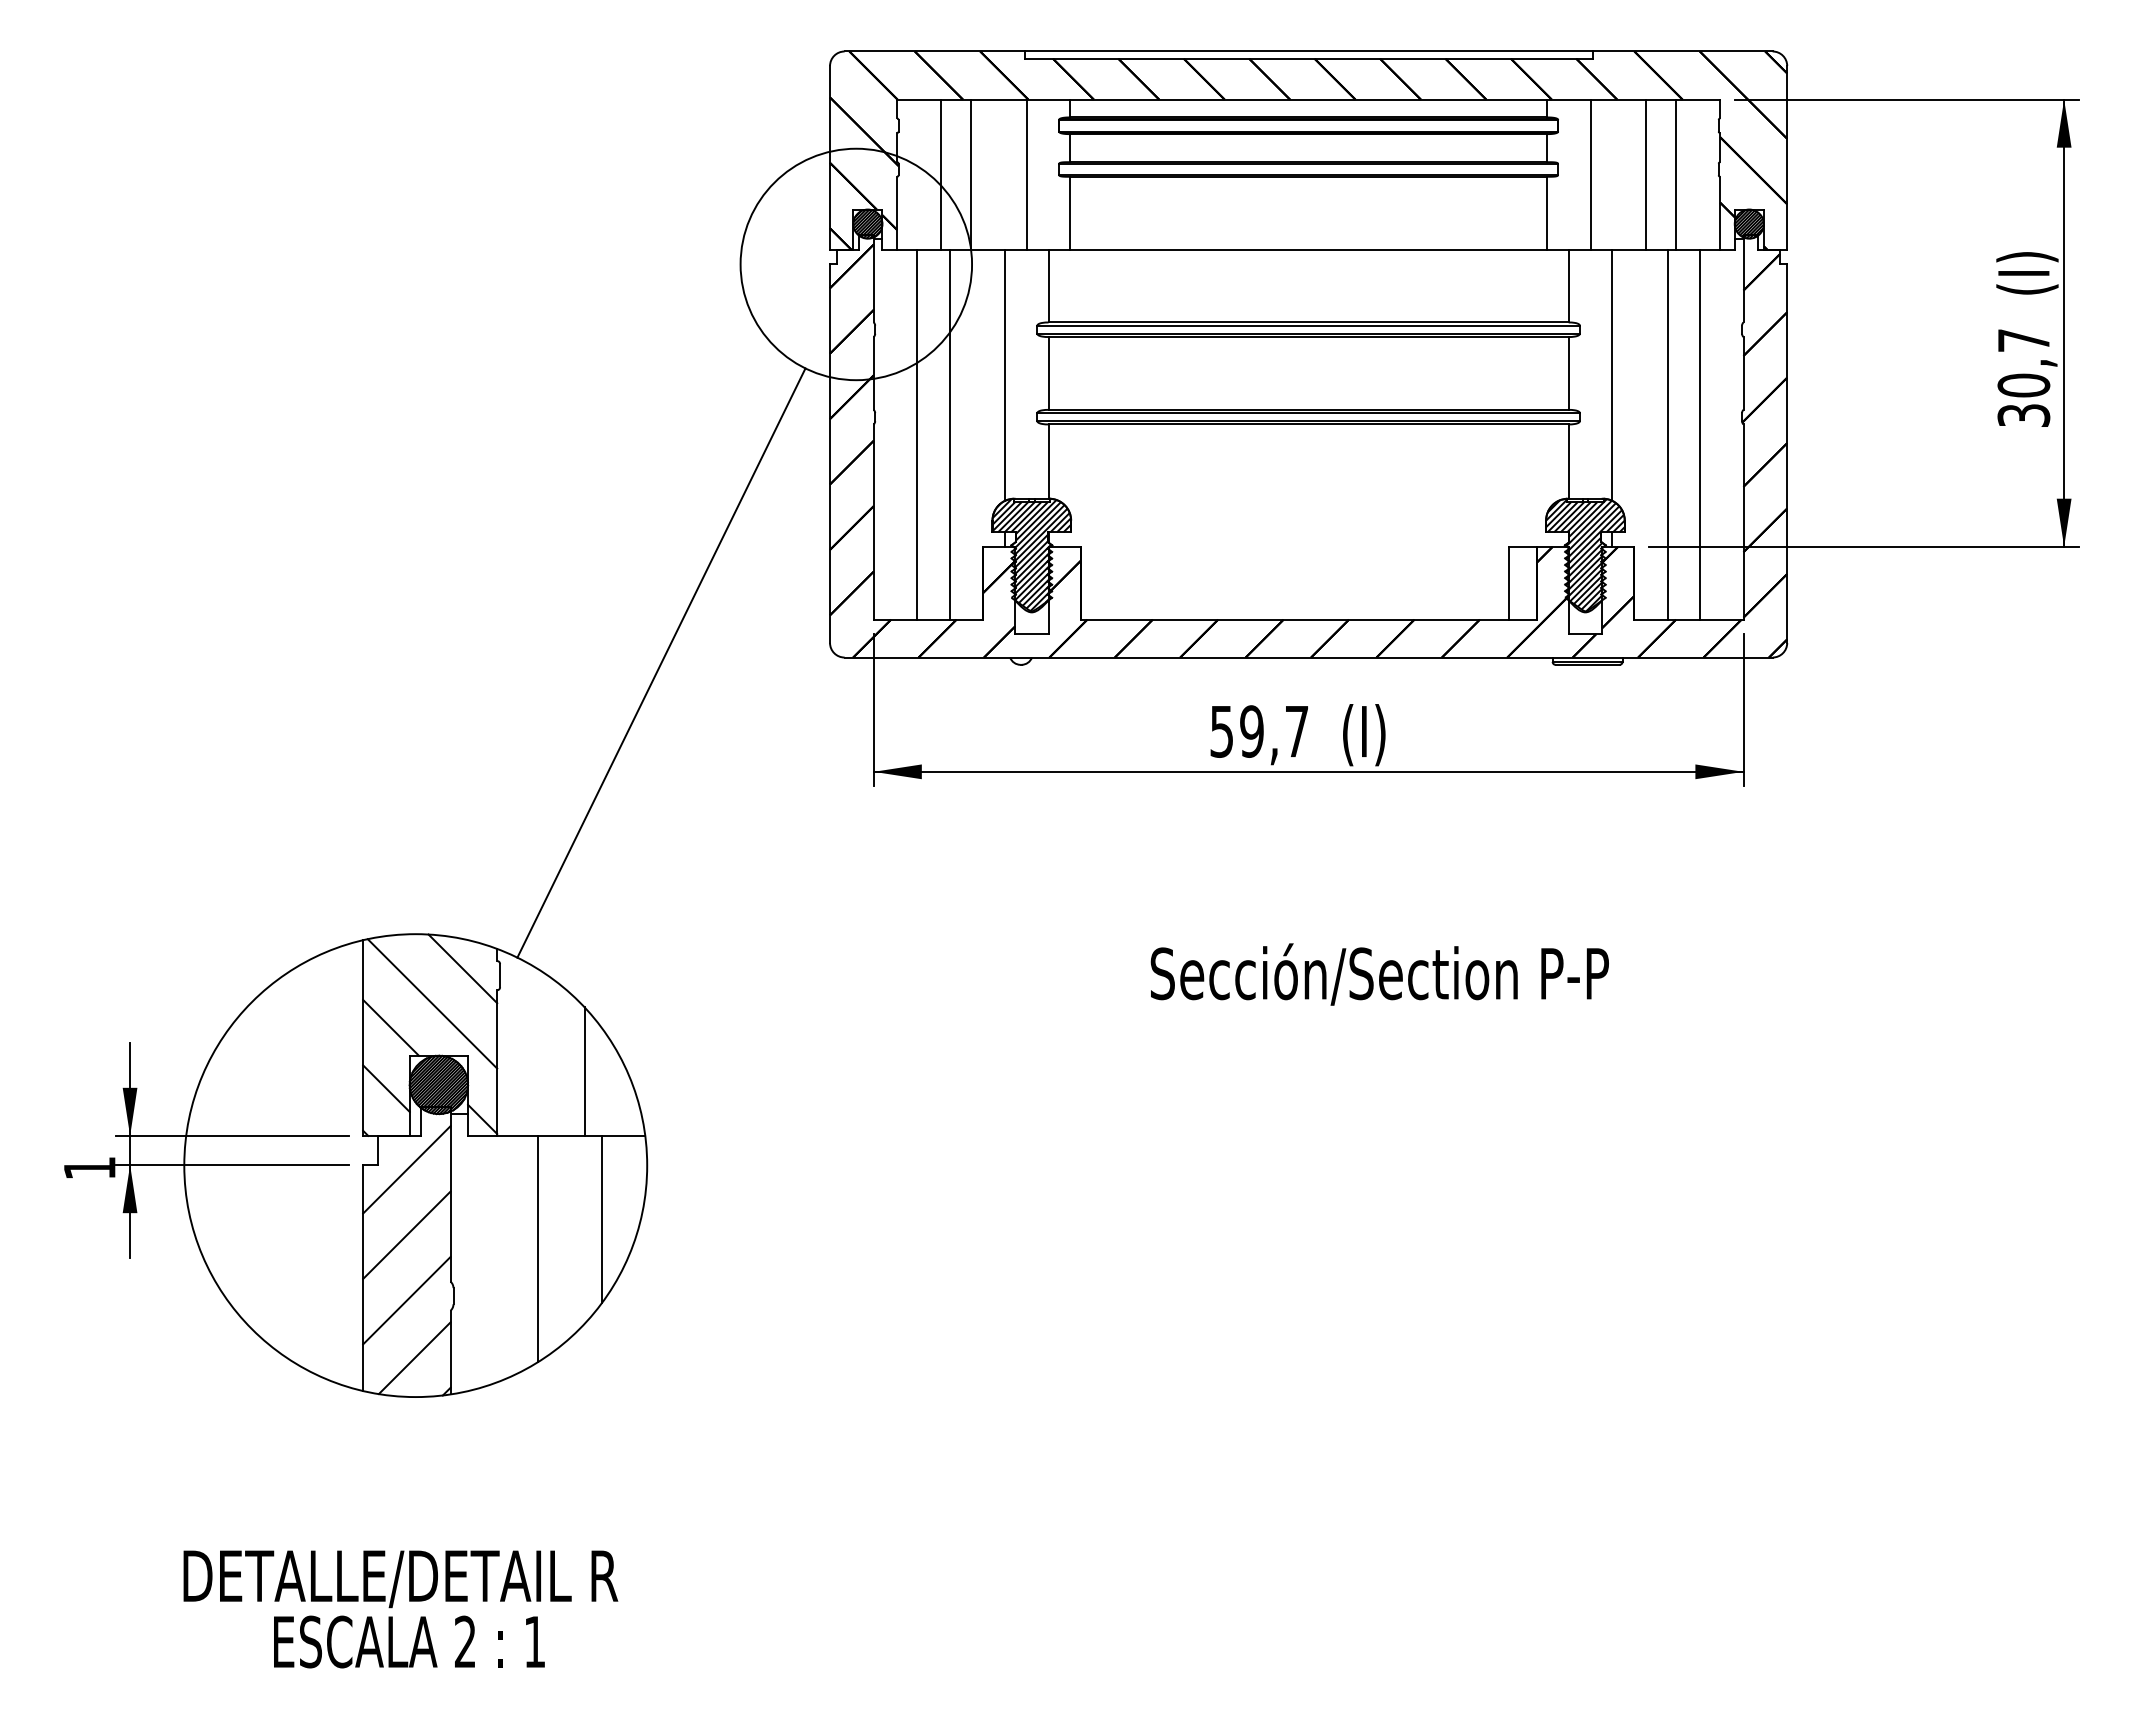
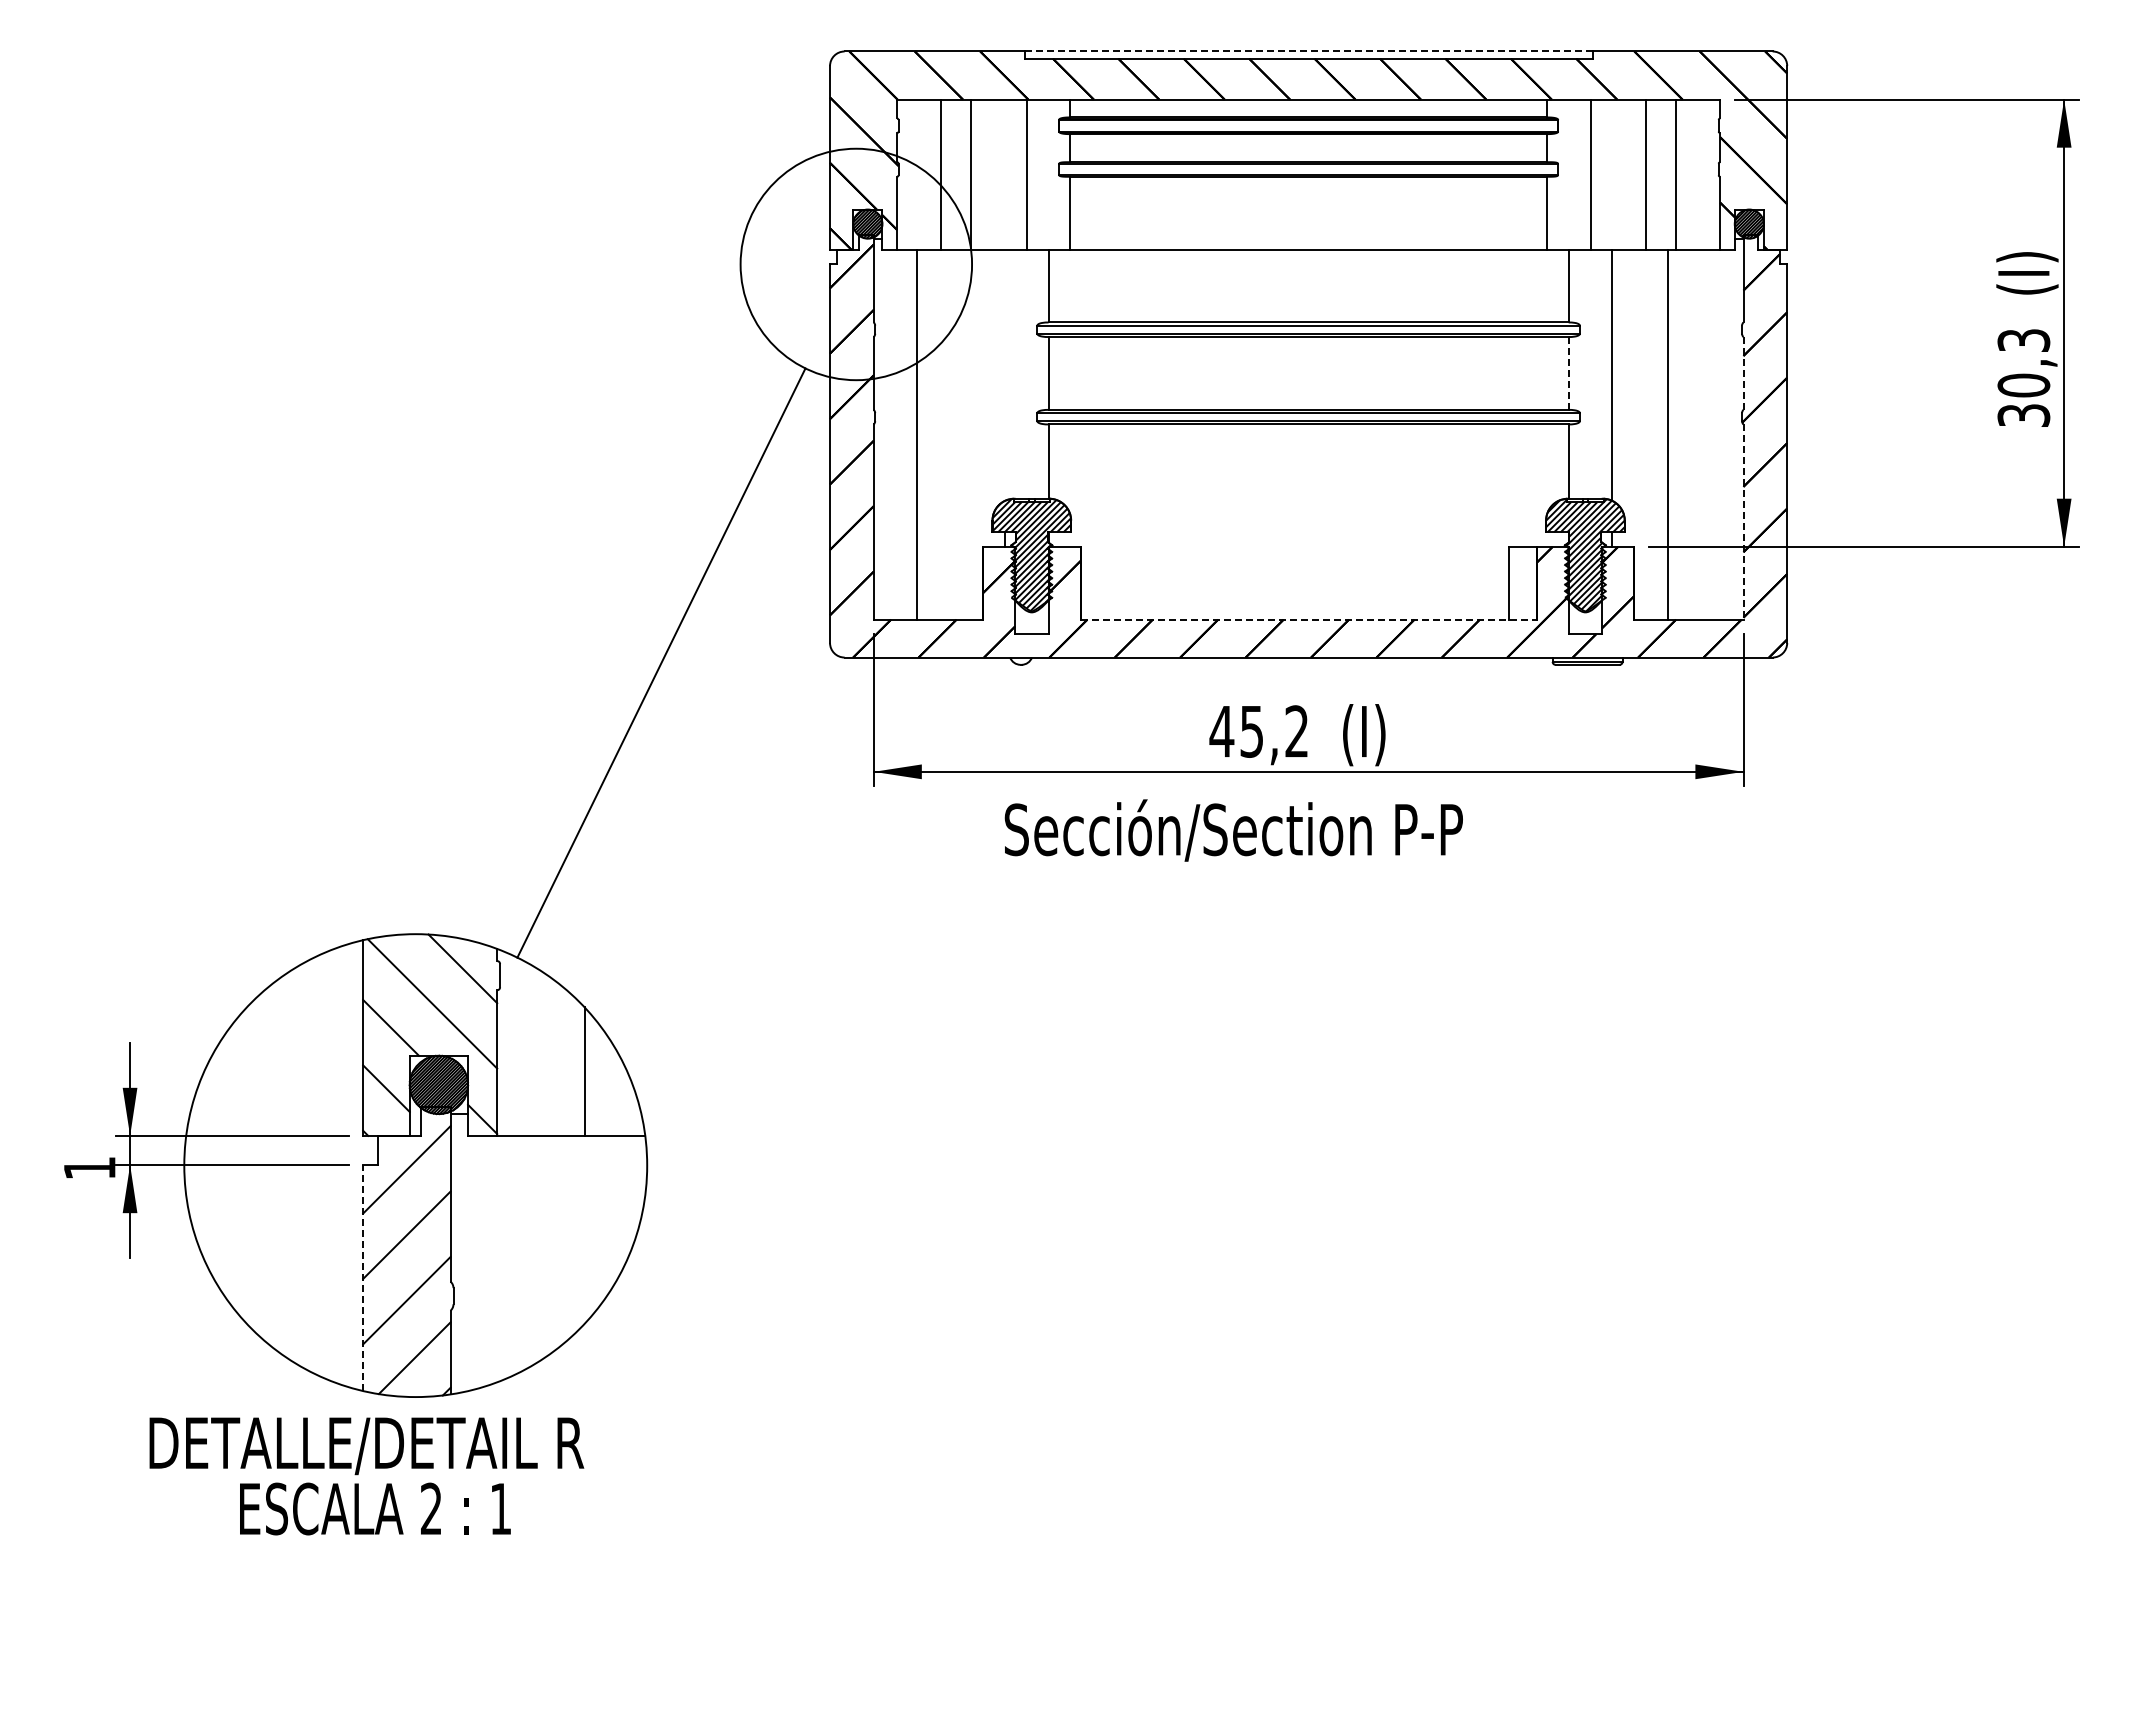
line at (1308, 51): solid -> dashed
text at (2023, 340): 30,7 -> 30,3
line at (1568, 372): solid -> dashed
line at (1743, 373): solid -> dashed
line at (1004, 374): present -> none
line at (949, 434): present -> none
line at (1699, 434): present -> none
line at (1743, 522): solid -> dashed
line at (1309, 619): solid -> dashed
text at (1258, 731): 59,7 -> 45,2
text at (1379, 974) position: (1379, 974) -> (1233, 830)
line at (602, 1218): present -> none
line at (538, 1248): present -> none
line at (363, 1278): solid -> dashed
text at (400, 1609) position: (400, 1609) -> (366, 1476)
